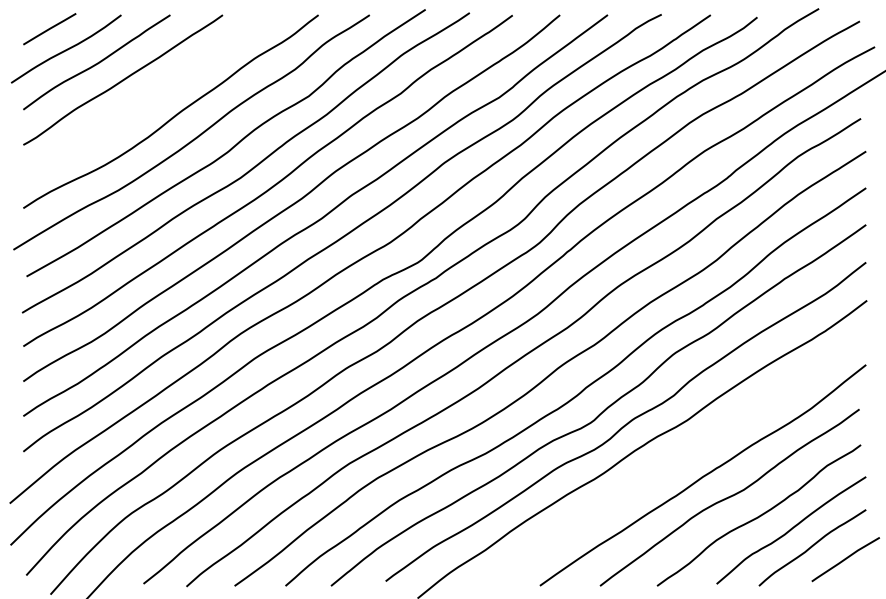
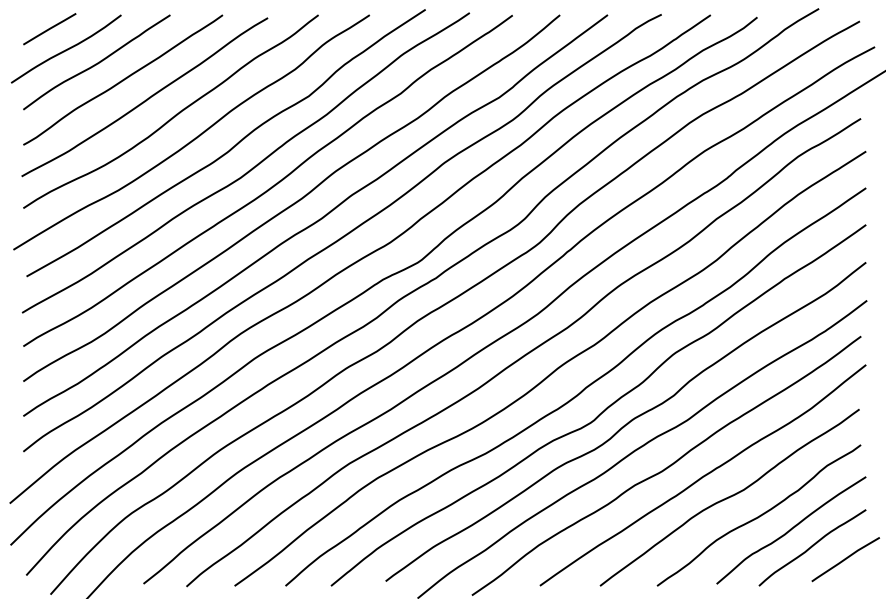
curve at (145, 99): none -> present
curve at (667, 466): none -> present
